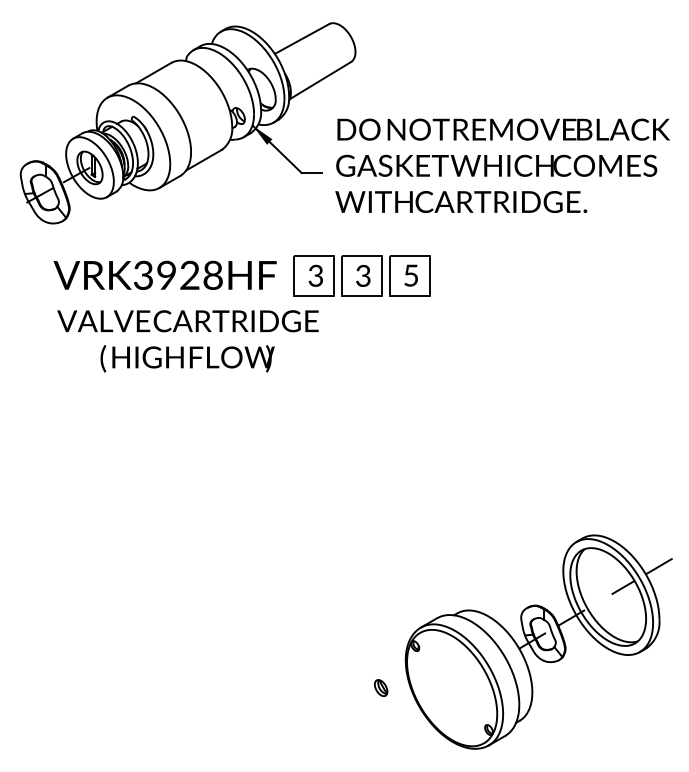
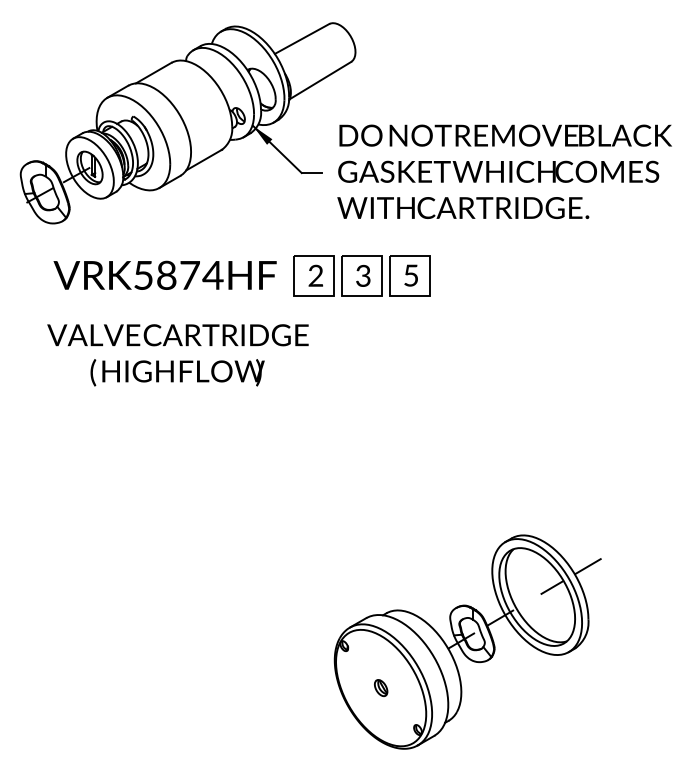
text at (502, 165) position: (502, 165) -> (504, 171)
text at (178, 274): VRK3928HF -> VRK5874HF
text at (315, 277): 3 -> 2
text at (187, 341) position: (187, 341) -> (177, 355)
part at (538, 641) position: (538, 641) -> (467, 641)
